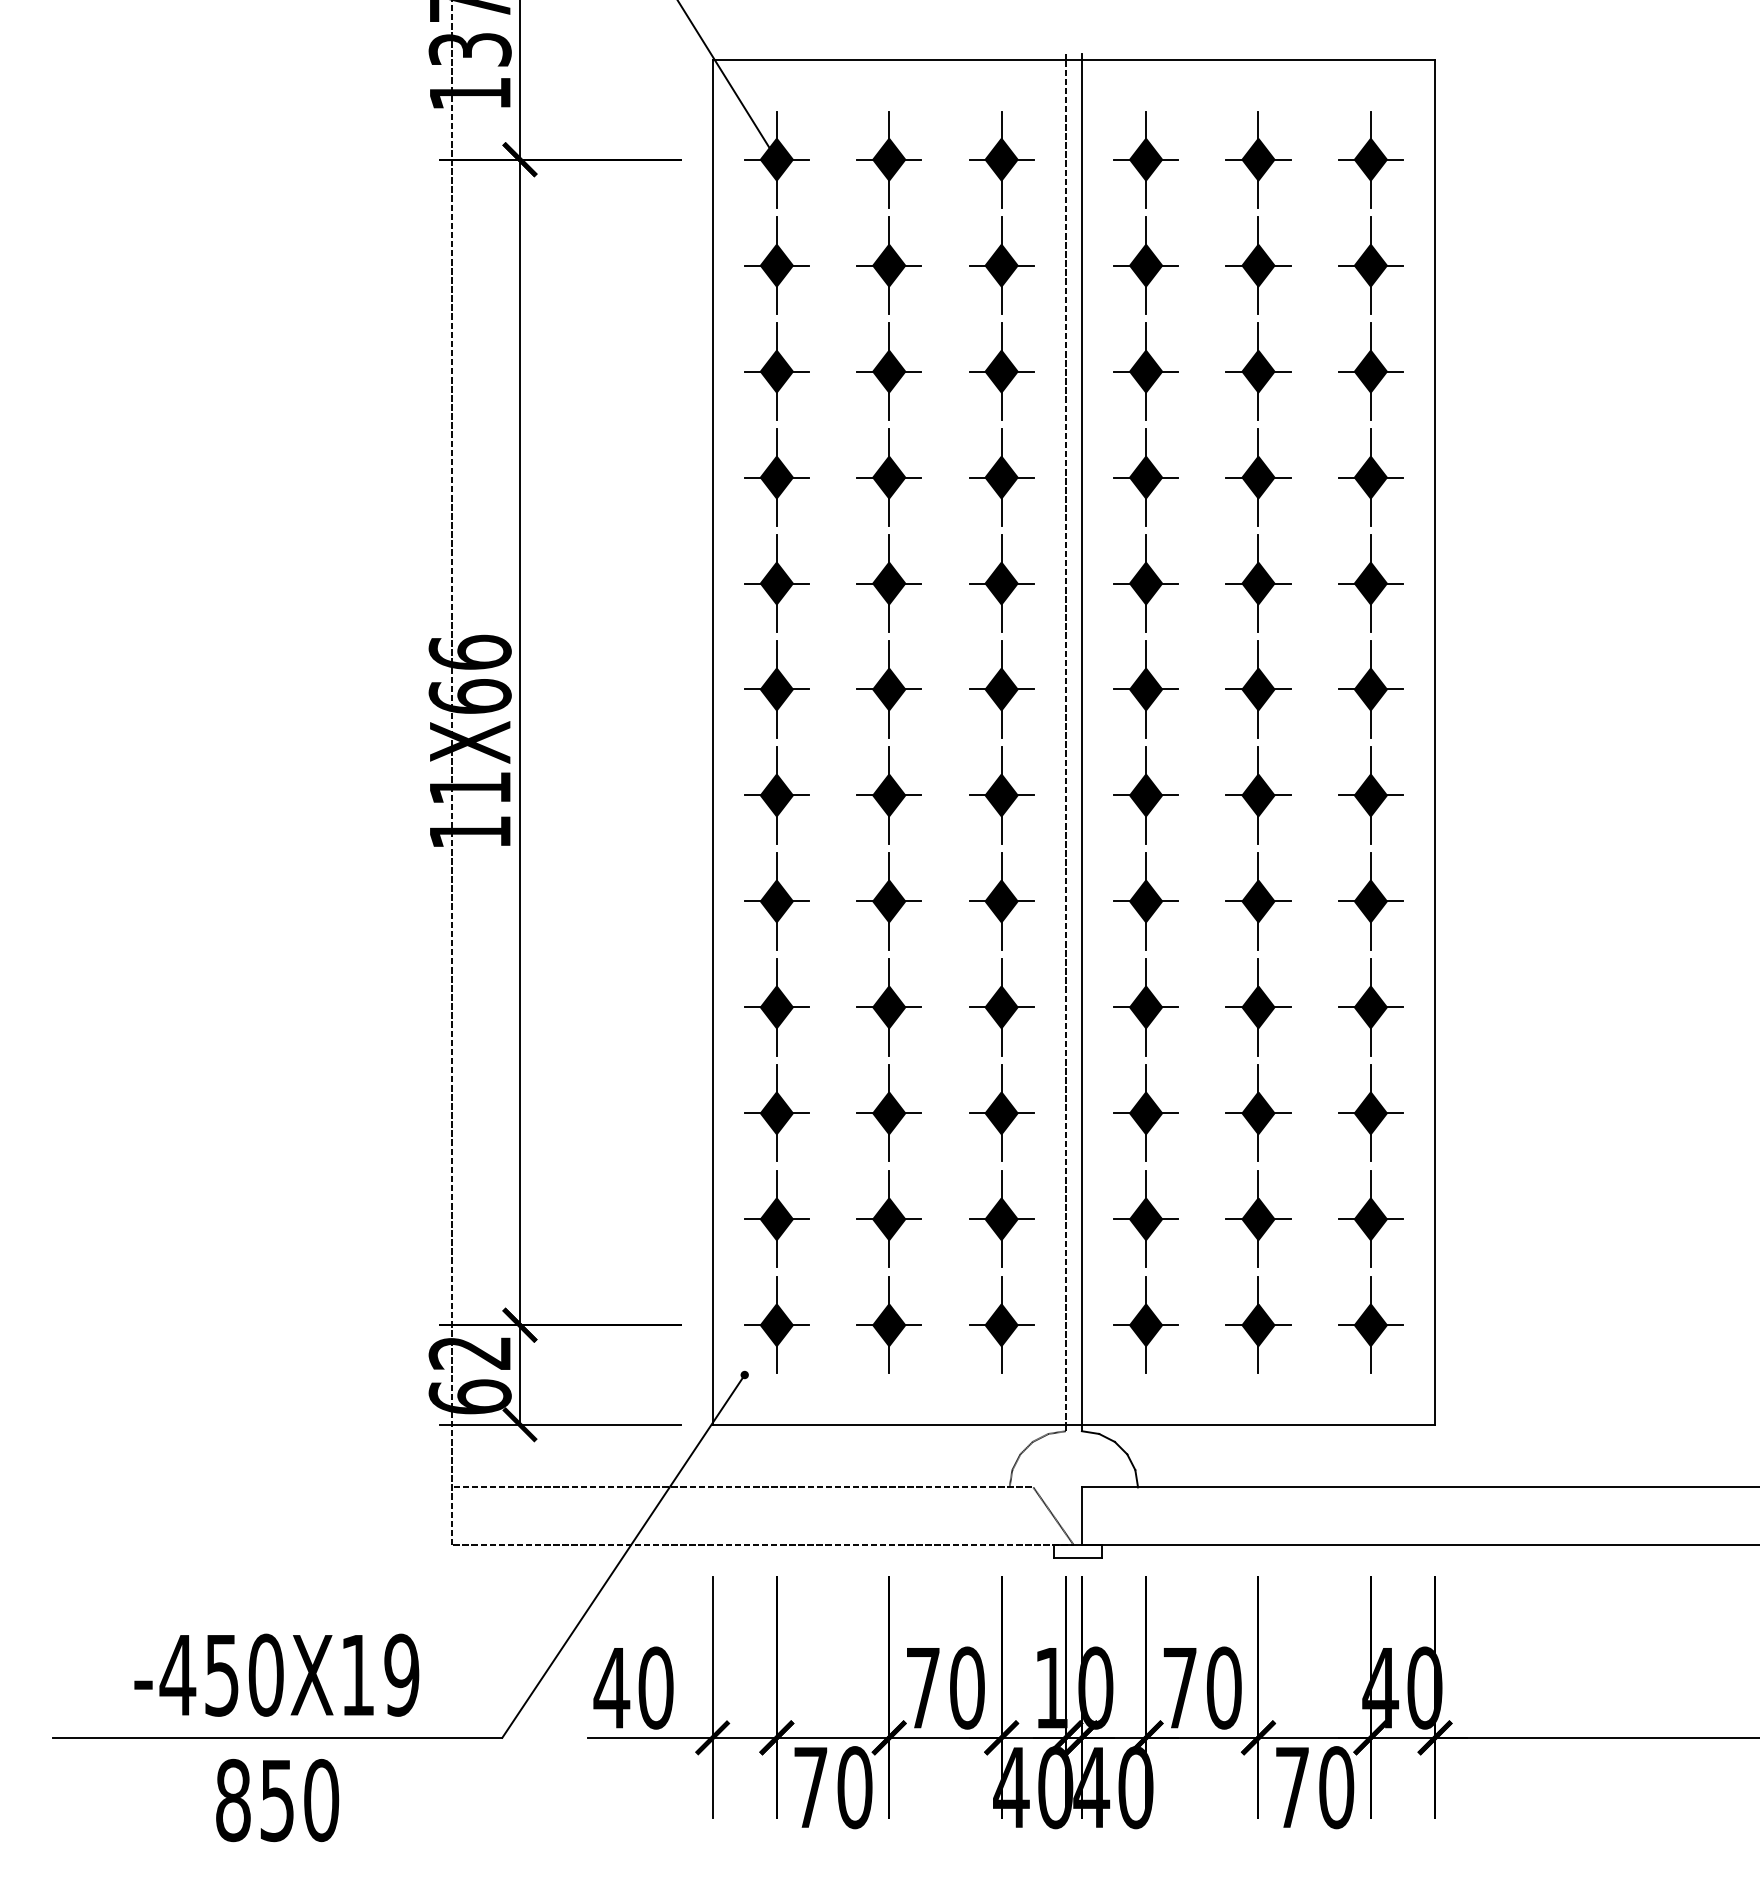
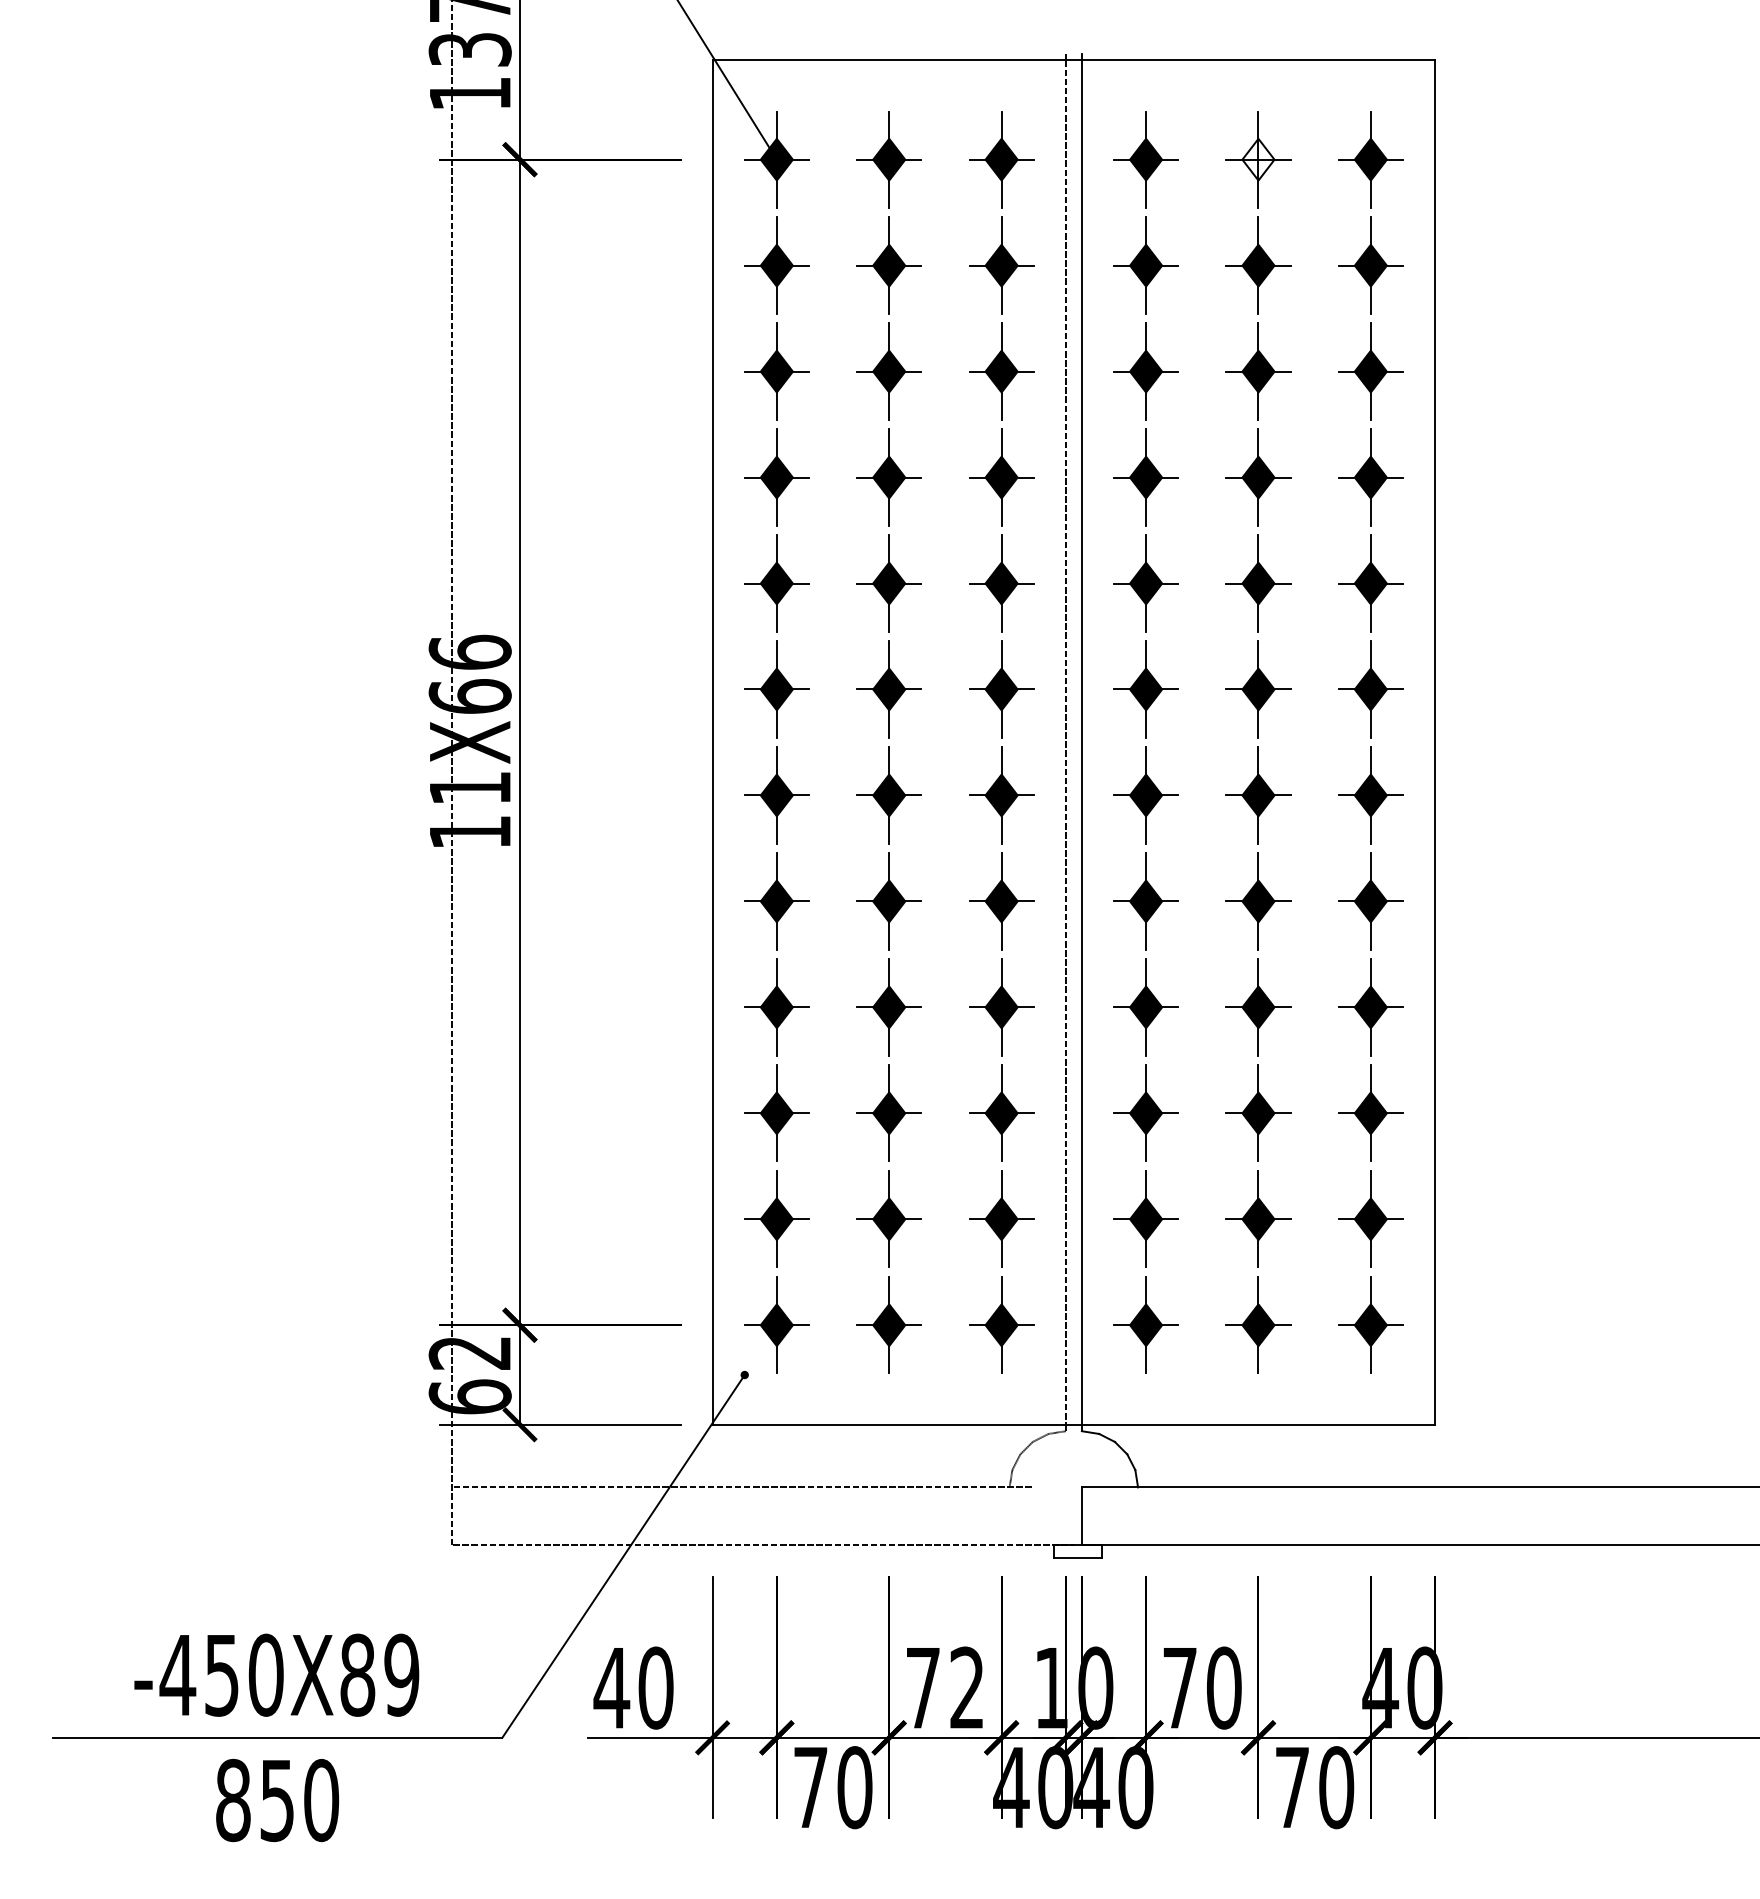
fill at (1258, 159): present -> none
line at (1053, 1516): present -> none
text at (357, 1674): -450X19 -> -450X89
text at (967, 1687): 70 -> 72
